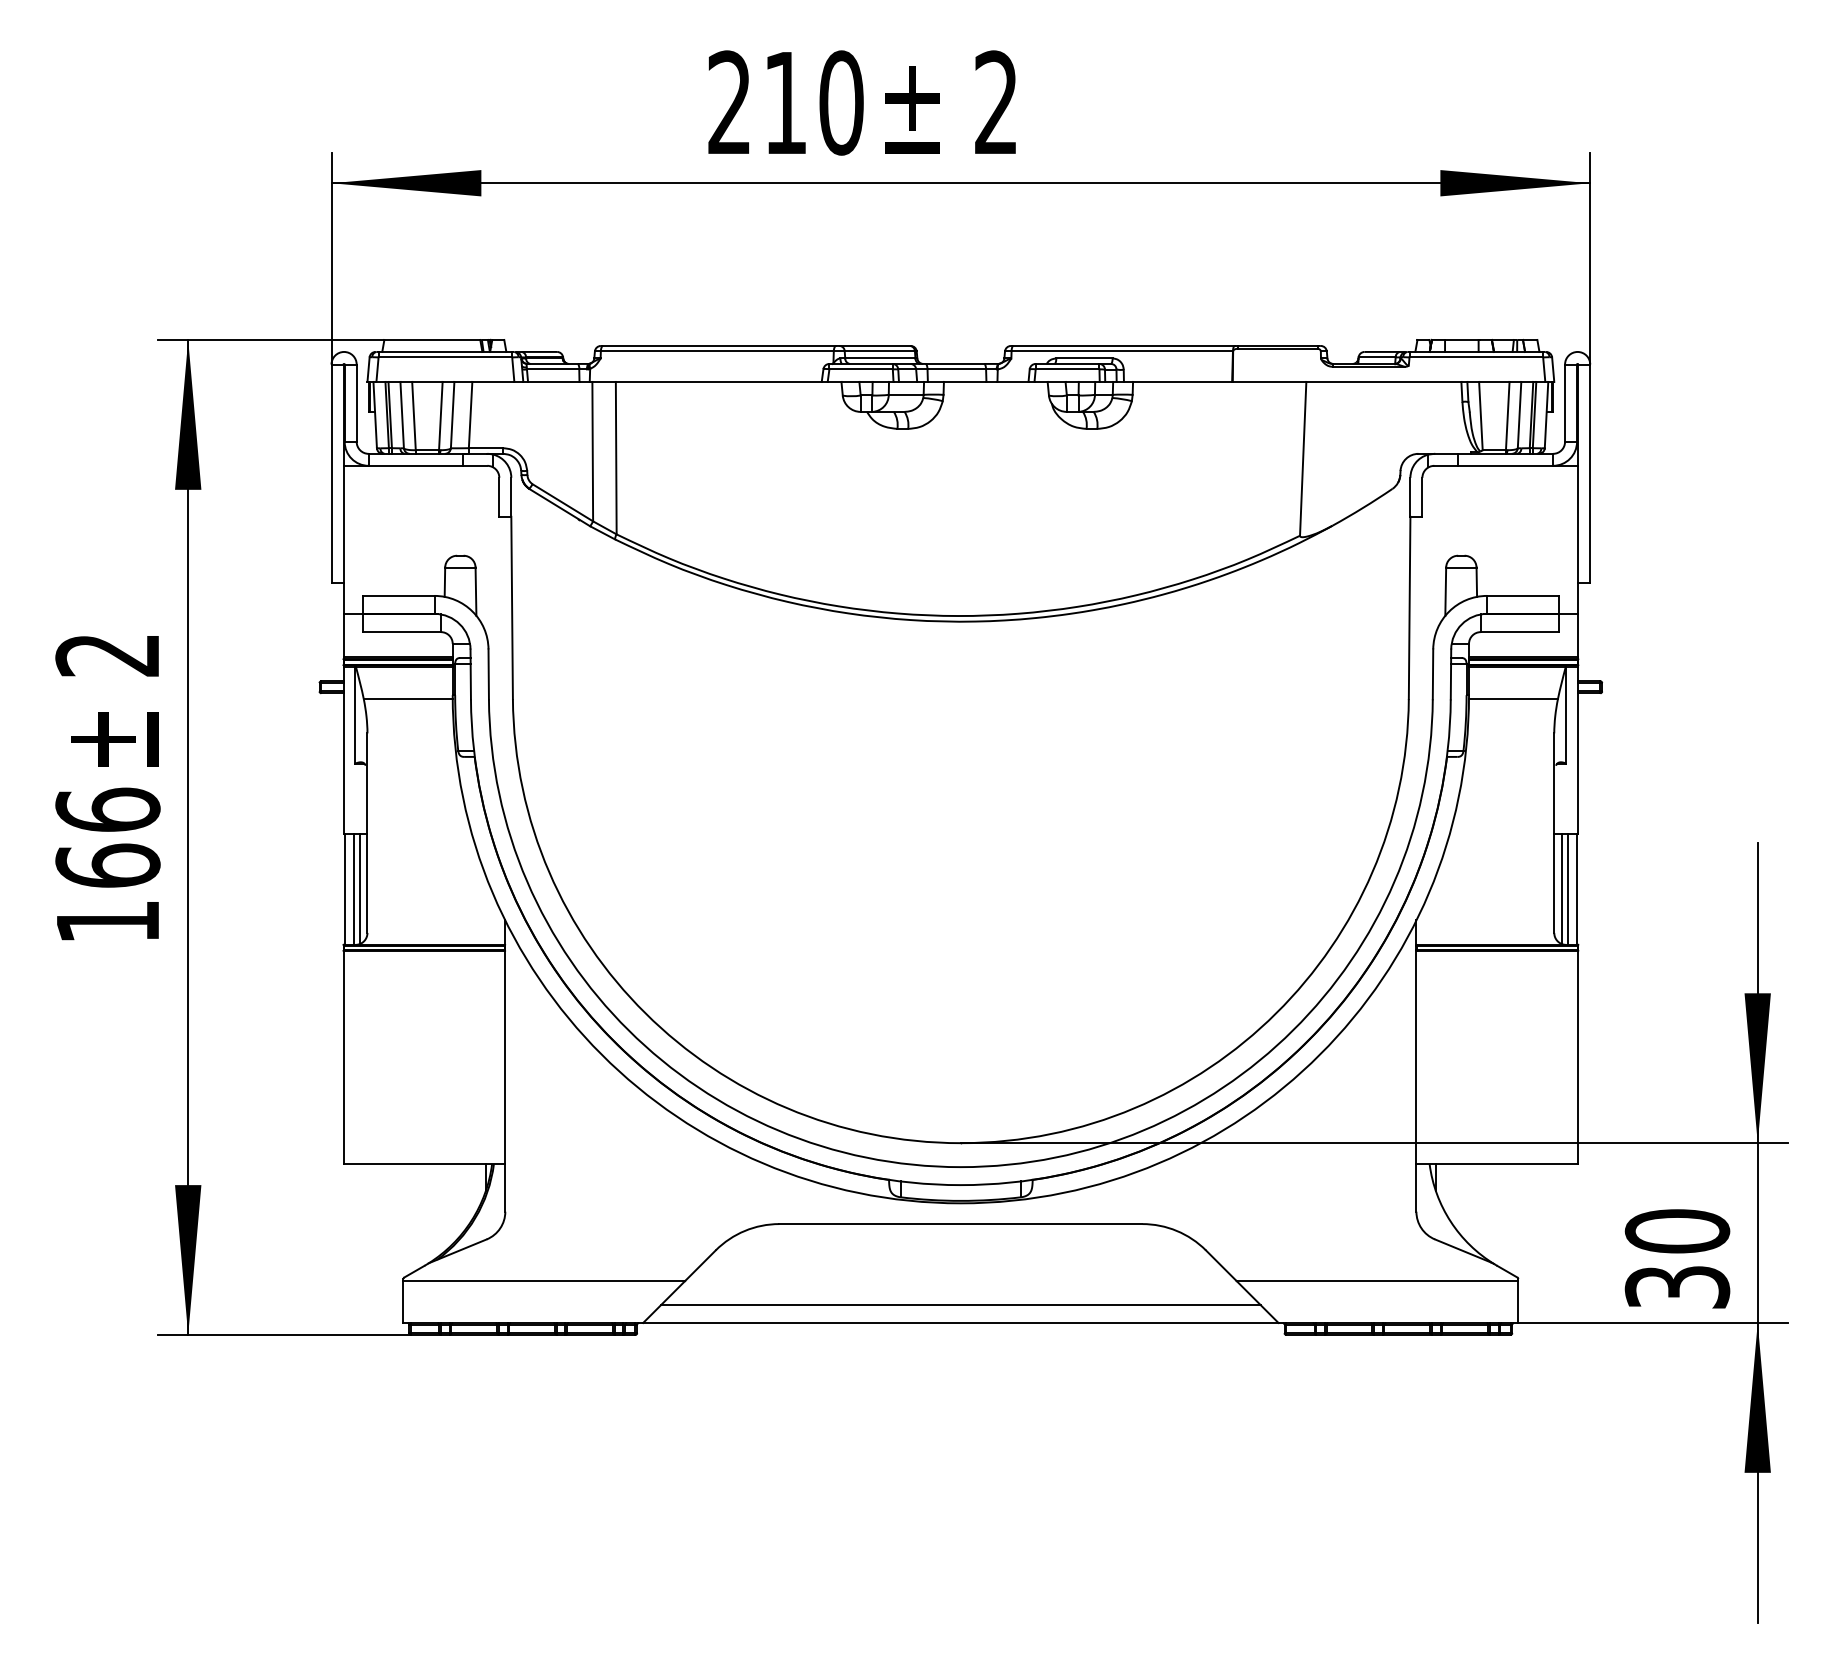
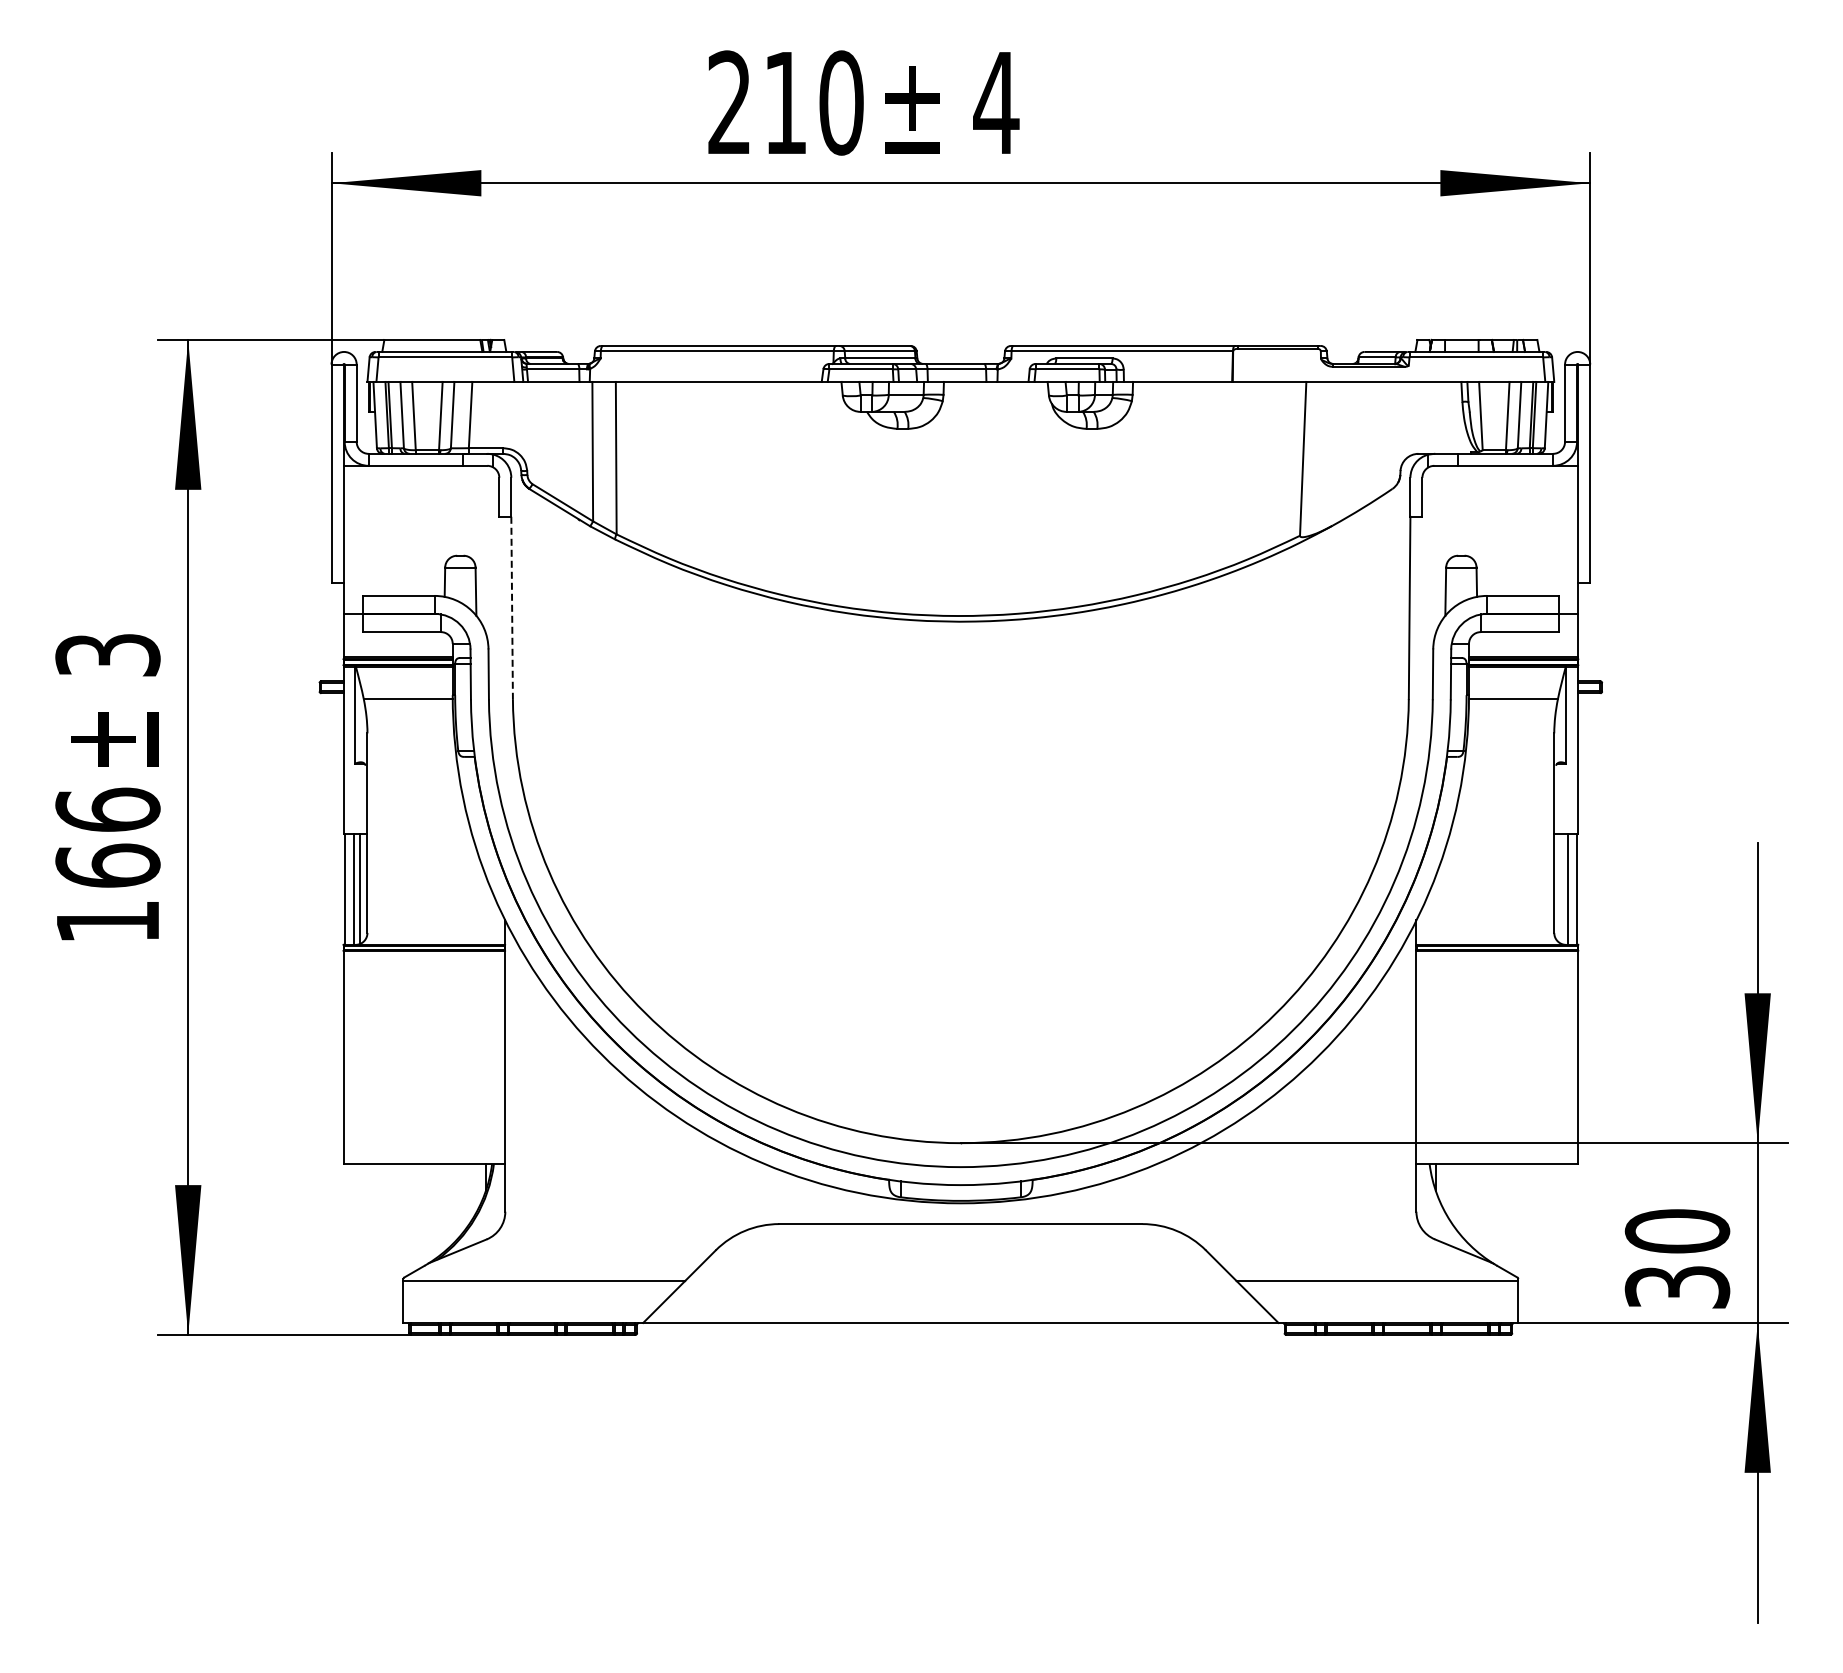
text at (996, 101): 2 -> 4
line at (512, 608): solid -> dashed
text at (107, 655): 2 -> 3
line at (1561, 888): present -> none
line at (960, 1304): present -> none
